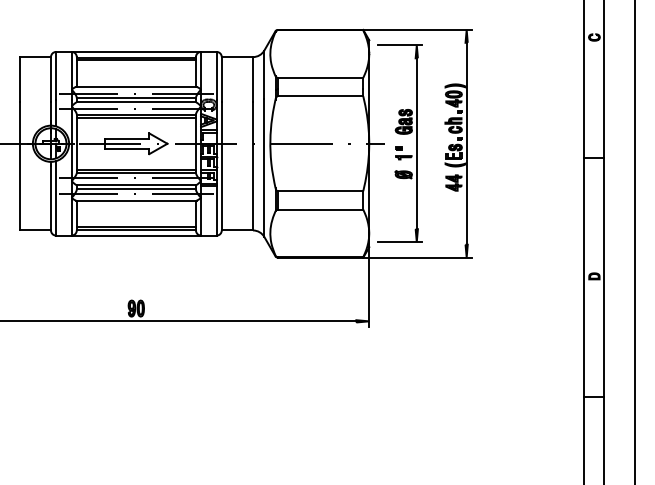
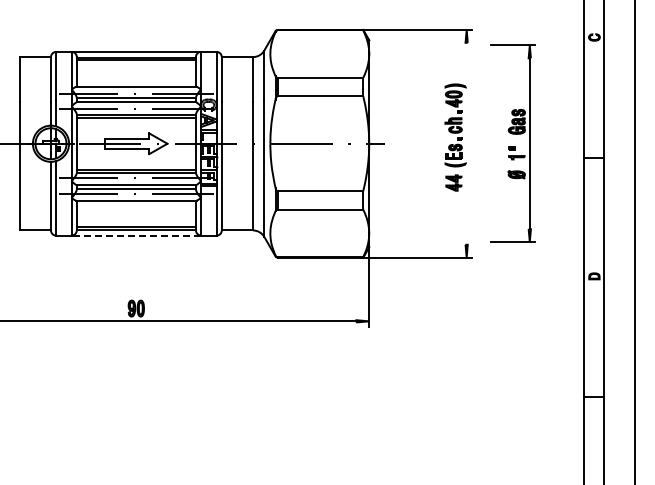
part at (399, 143) position: (399, 143) -> (512, 143)
line at (466, 143): present -> none
line at (136, 235): solid -> dashed
